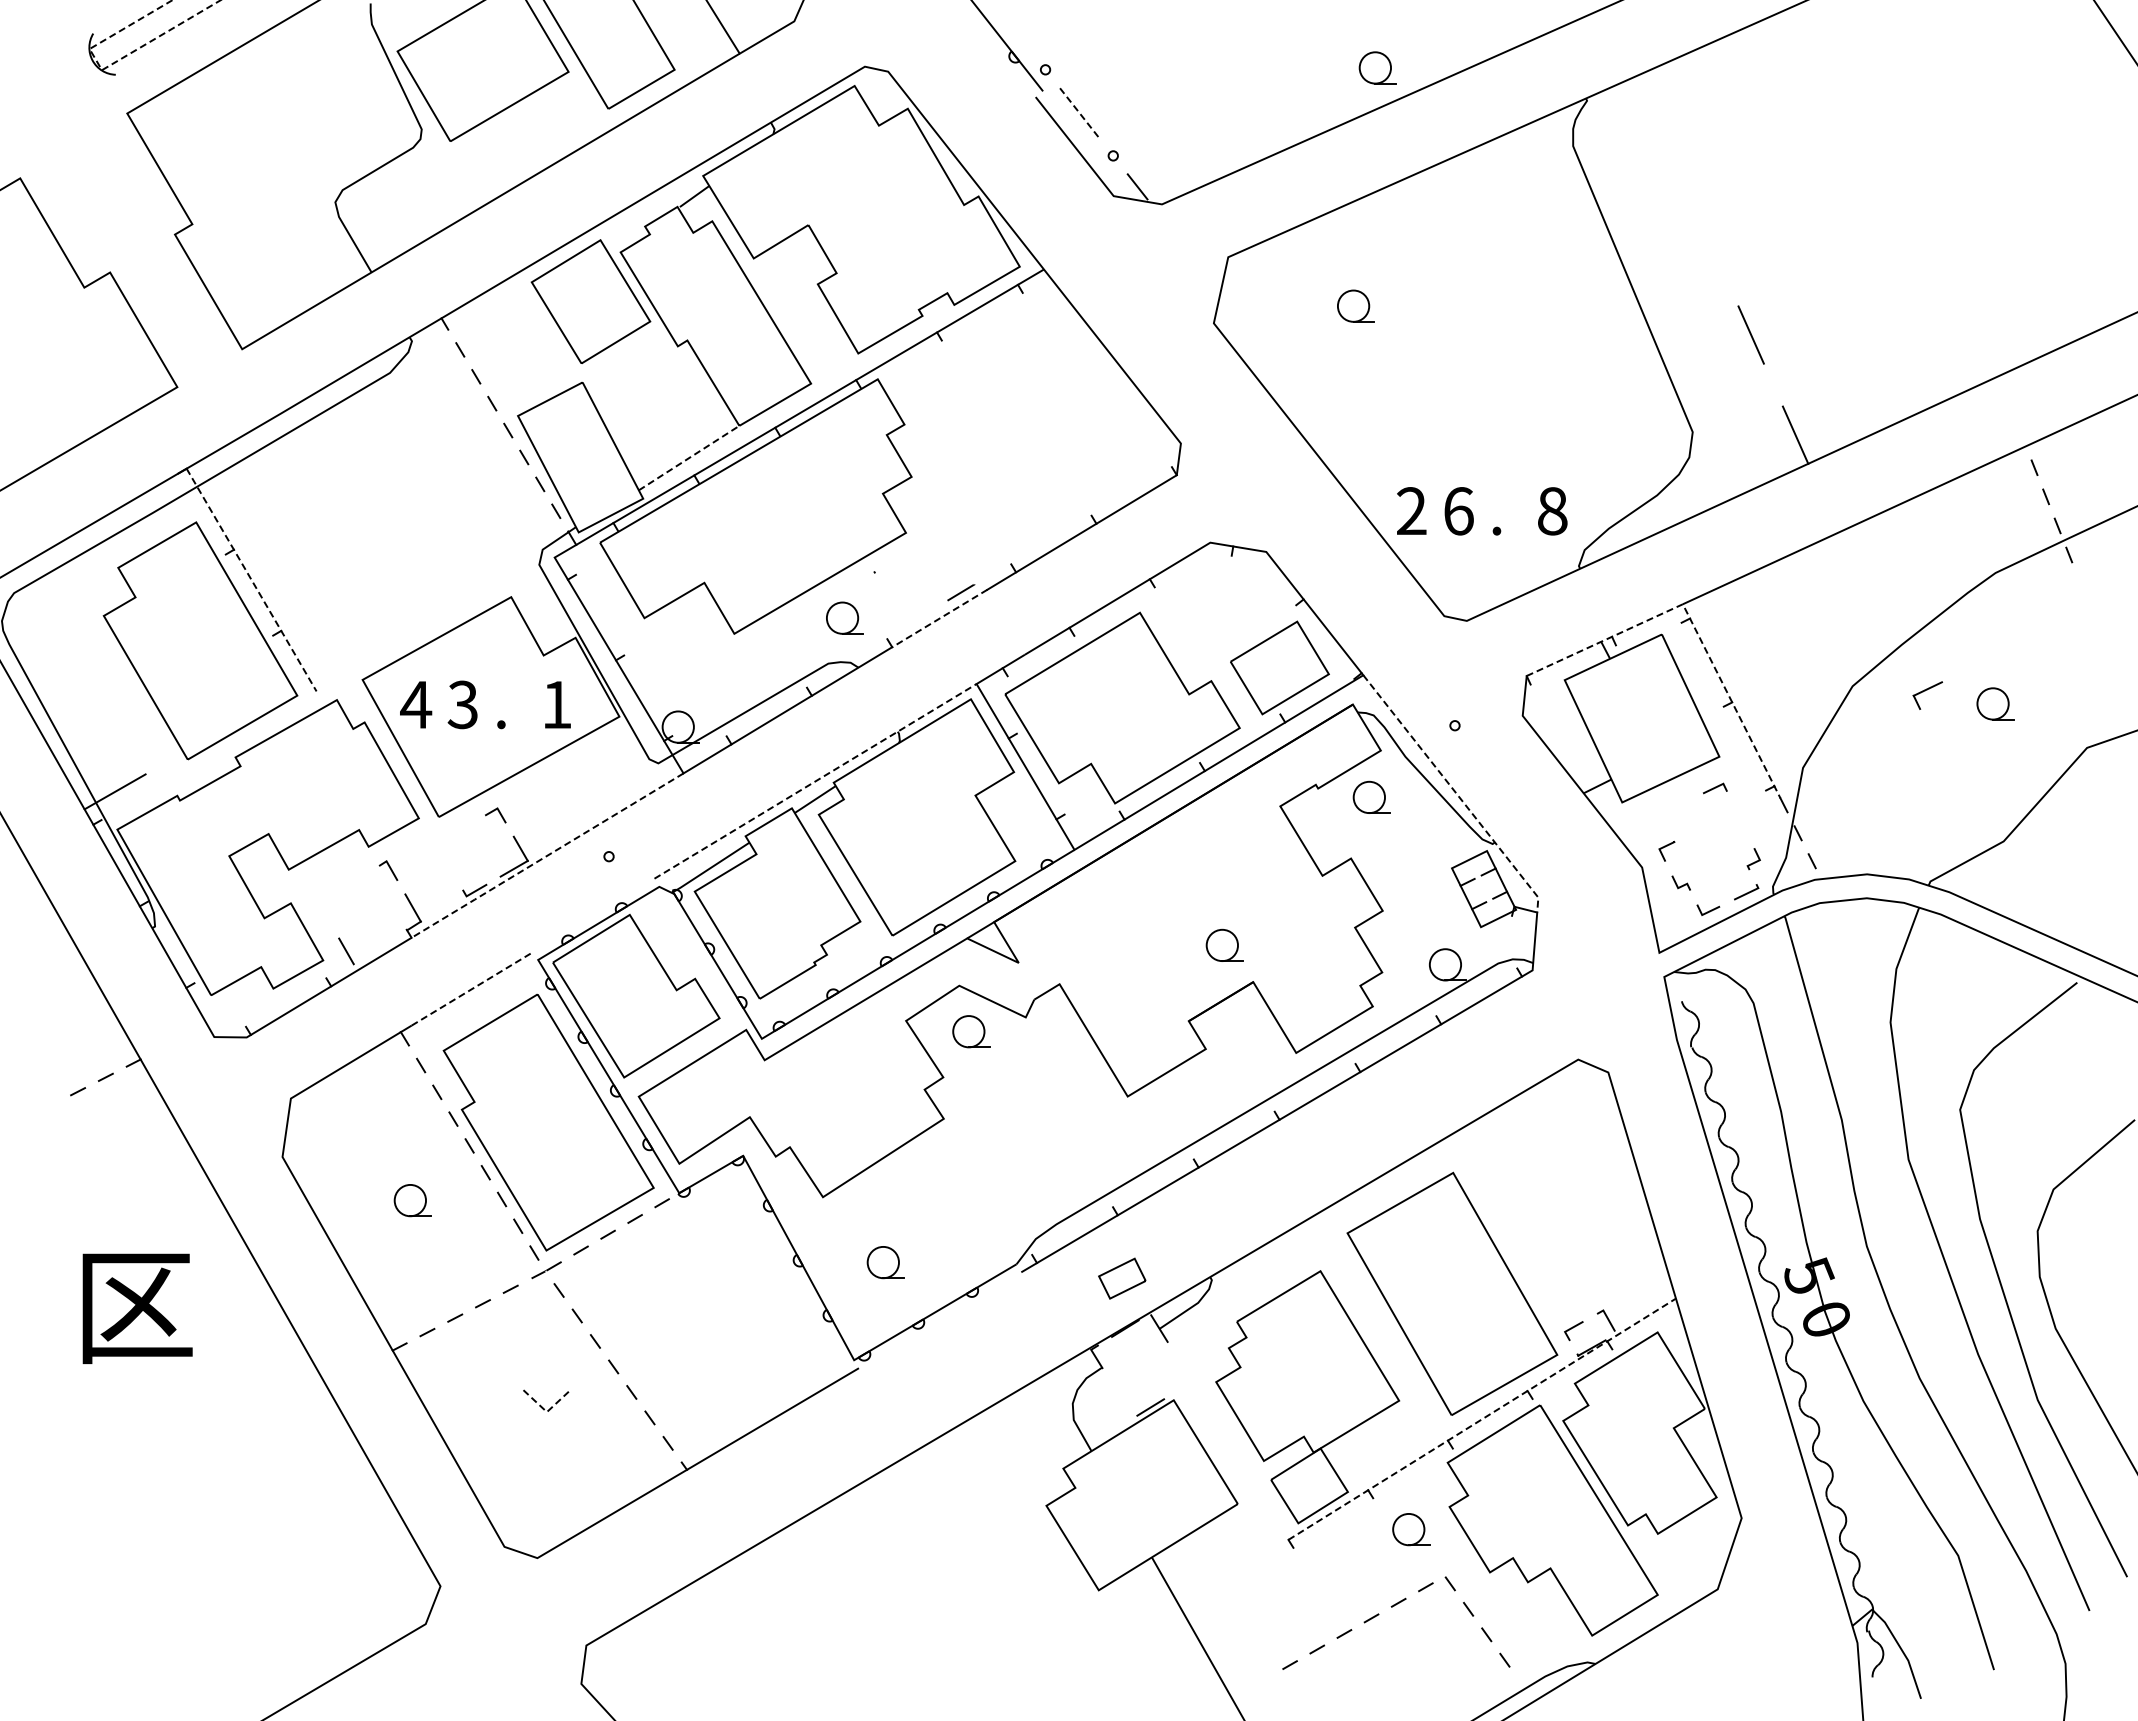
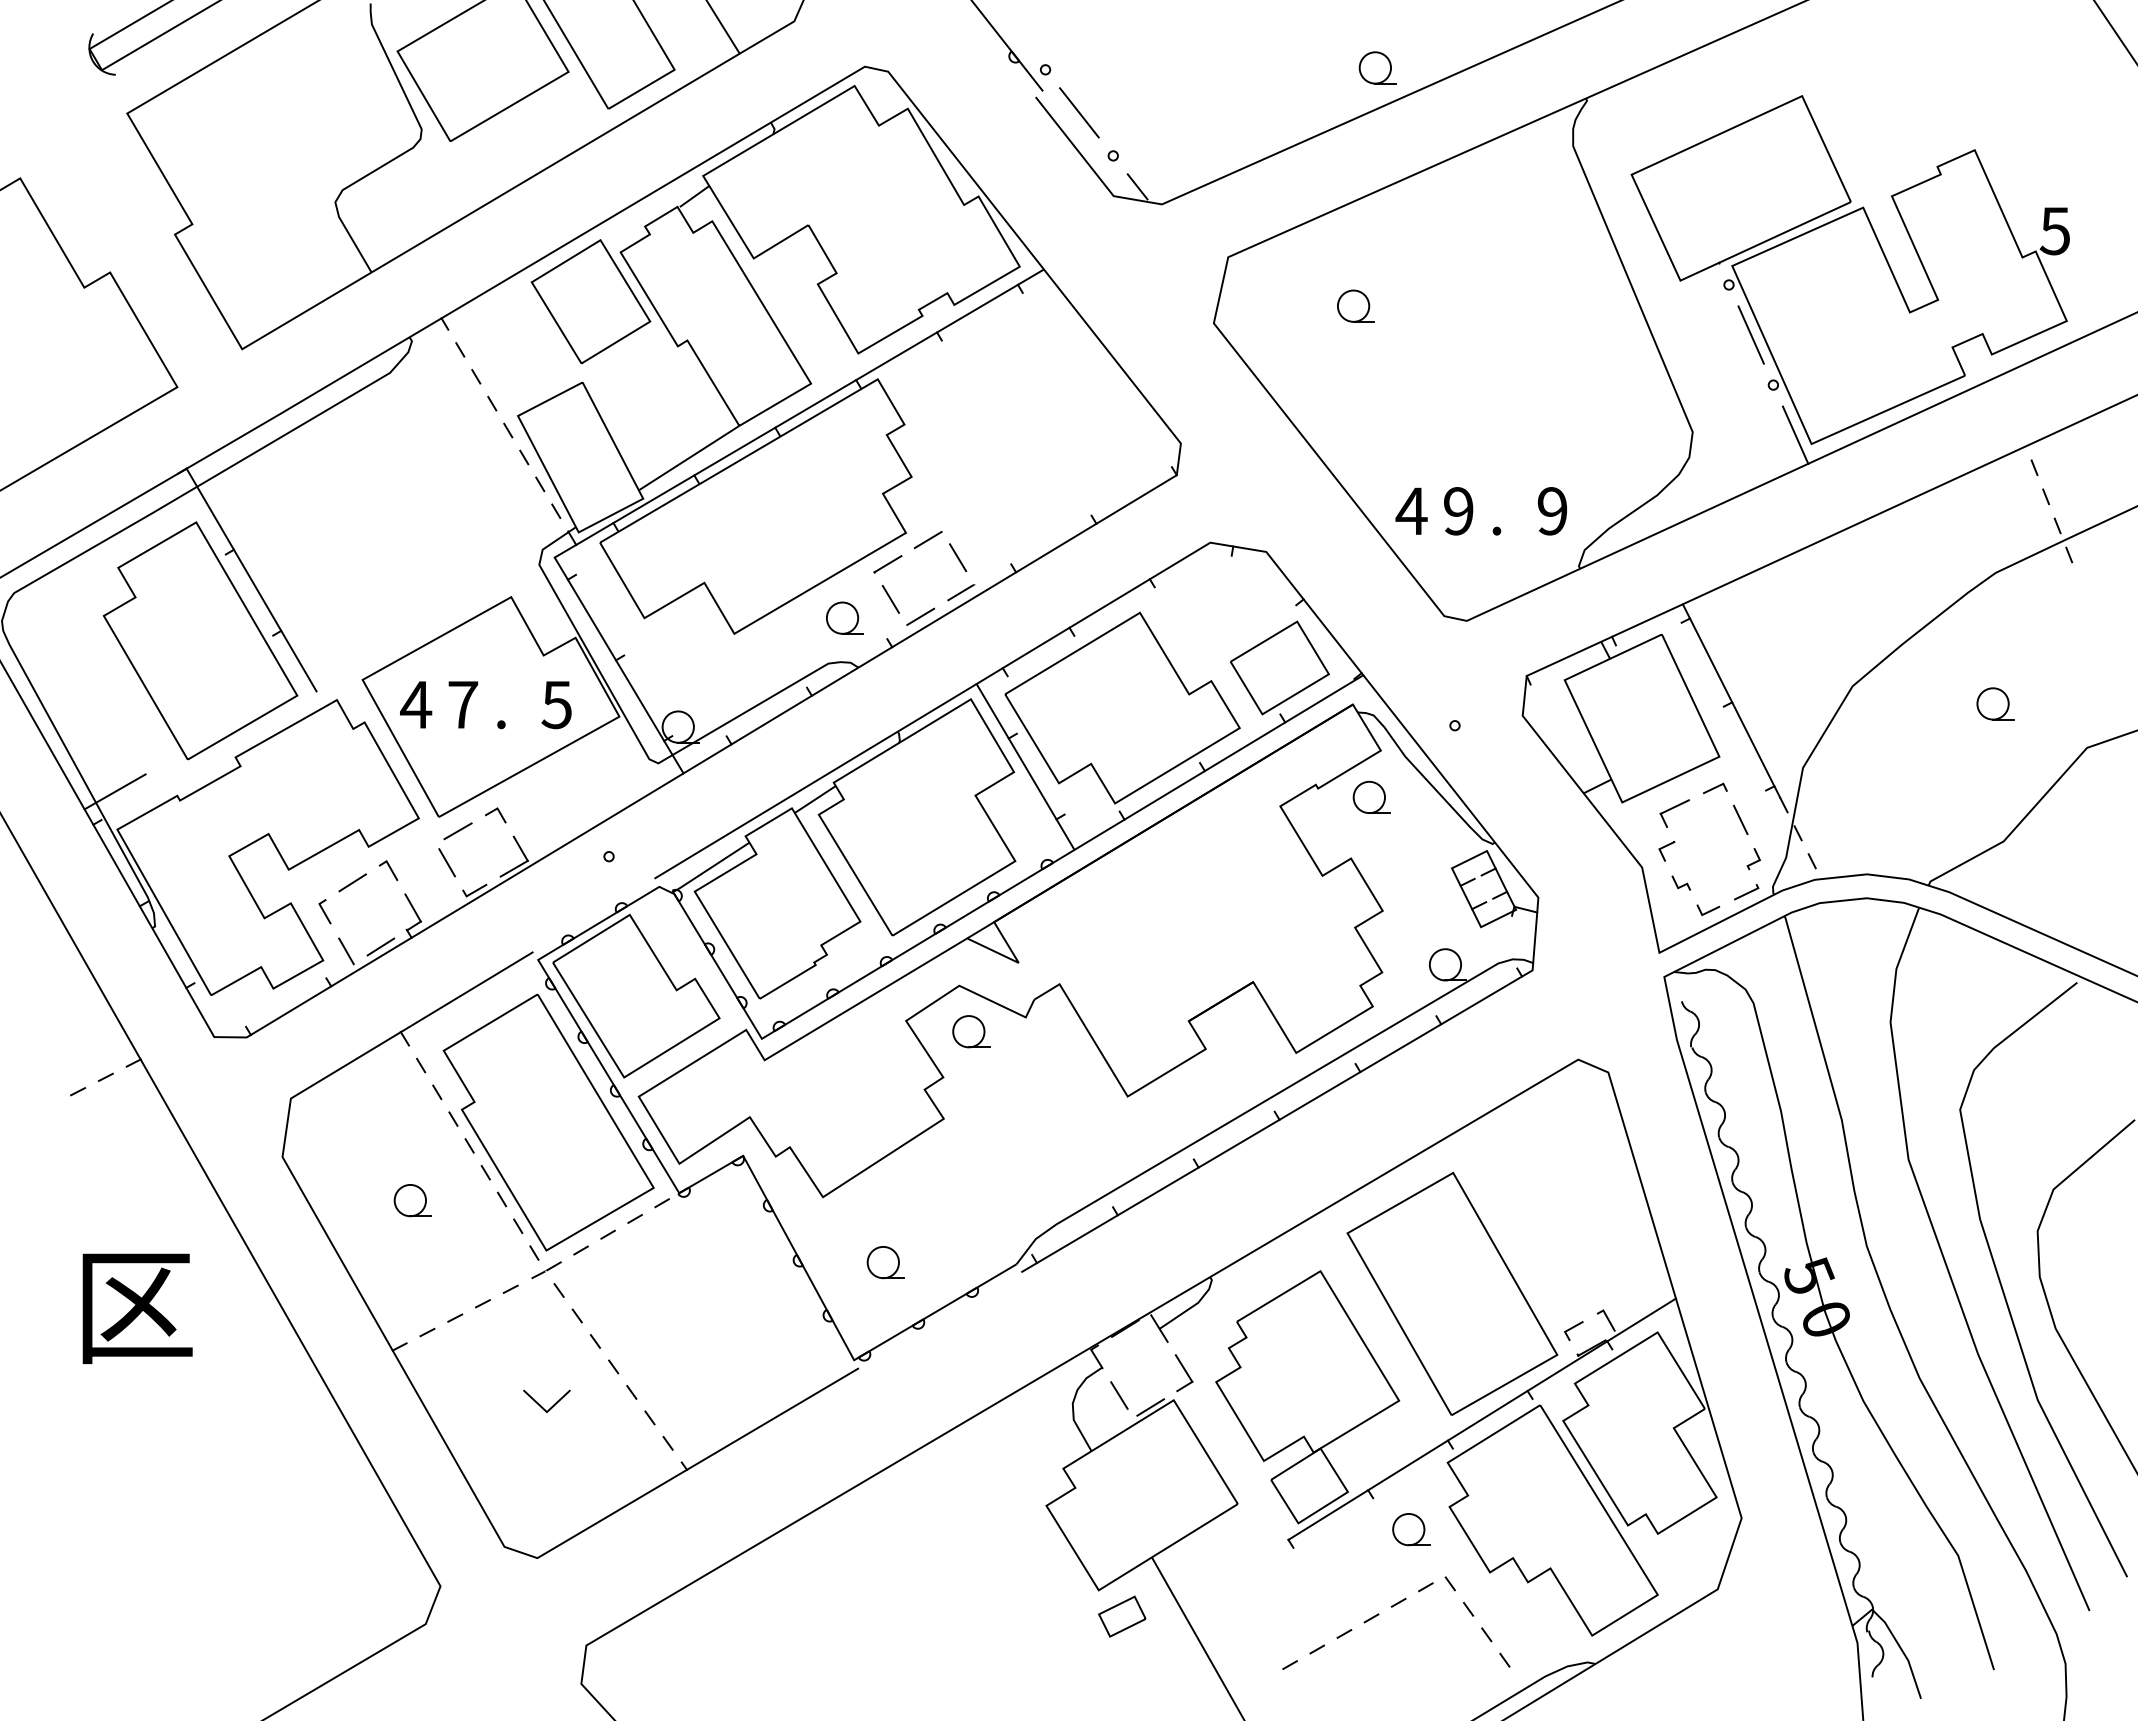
line at (108, 66): dashed -> solid
line at (1079, 113): dashed -> solid
part at (1849, 270): none -> present
line at (689, 458): dashed -> solid
text at (1411, 510): 2 -> 4
text at (1458, 511): 6 -> 9
text at (1552, 511): 8 -> 9
line at (927, 539): none -> present
line at (957, 557): none -> present
line at (887, 564): none -> present
line at (251, 580): dashed -> solid
line at (890, 599): none -> present
line at (920, 616): none -> present
line at (939, 618): dashed -> solid
line at (1693, 624): dashed -> solid
part at (1927, 695) position: (1927, 695) -> (1674, 813)
text at (462, 704): 3 -> 7
text at (556, 705): 1 -> 5
line at (815, 781): dashed -> solid
line at (1456, 793): dashed -> solid
line at (1740, 819): none -> present
line at (457, 831): none -> present
line at (546, 856): dashed -> solid
line at (446, 862): none -> present
line at (352, 882): none -> present
line at (324, 911): none -> present
part at (1224, 944): present -> none
line at (380, 946): none -> present
line at (473, 988): dashed -> solid
part at (1122, 1278) position: (1122, 1278) -> (1122, 1616)
part at (1183, 1373): none -> present
line at (1119, 1395): none -> present
line at (546, 1412): dashed -> solid
line at (1482, 1418): dashed -> solid
